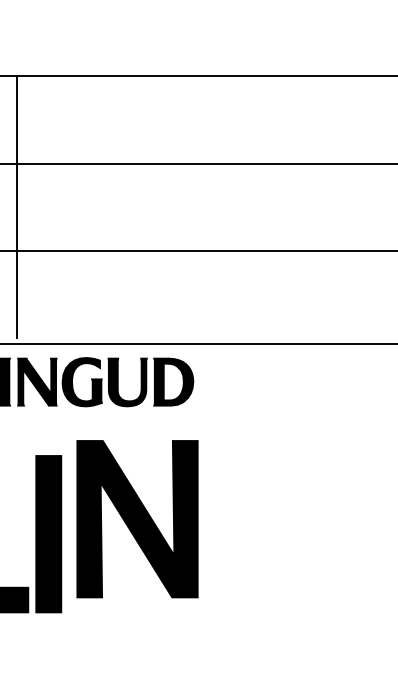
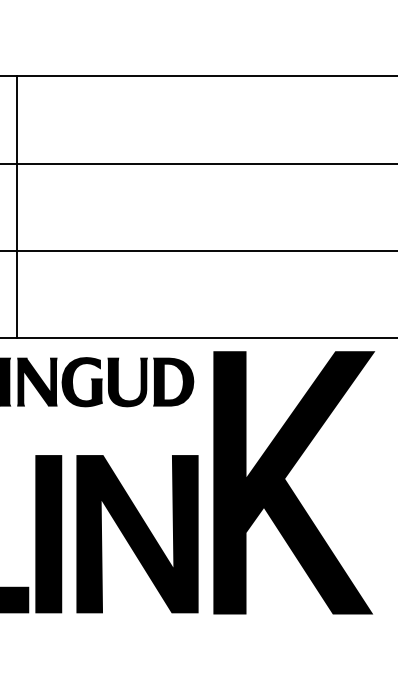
line at (198, 344) position: (198, 344) -> (198, 338)
part at (294, 482): none -> present
part at (137, 519) position: (137, 519) -> (137, 534)
